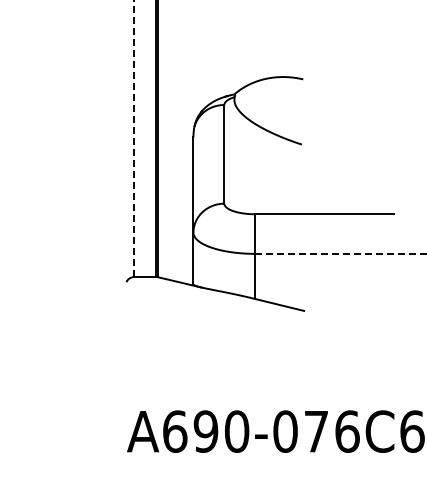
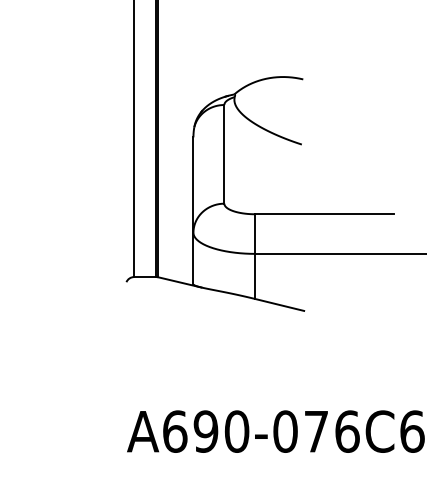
line at (134, 138): dashed -> solid
line at (340, 253): dashed -> solid
